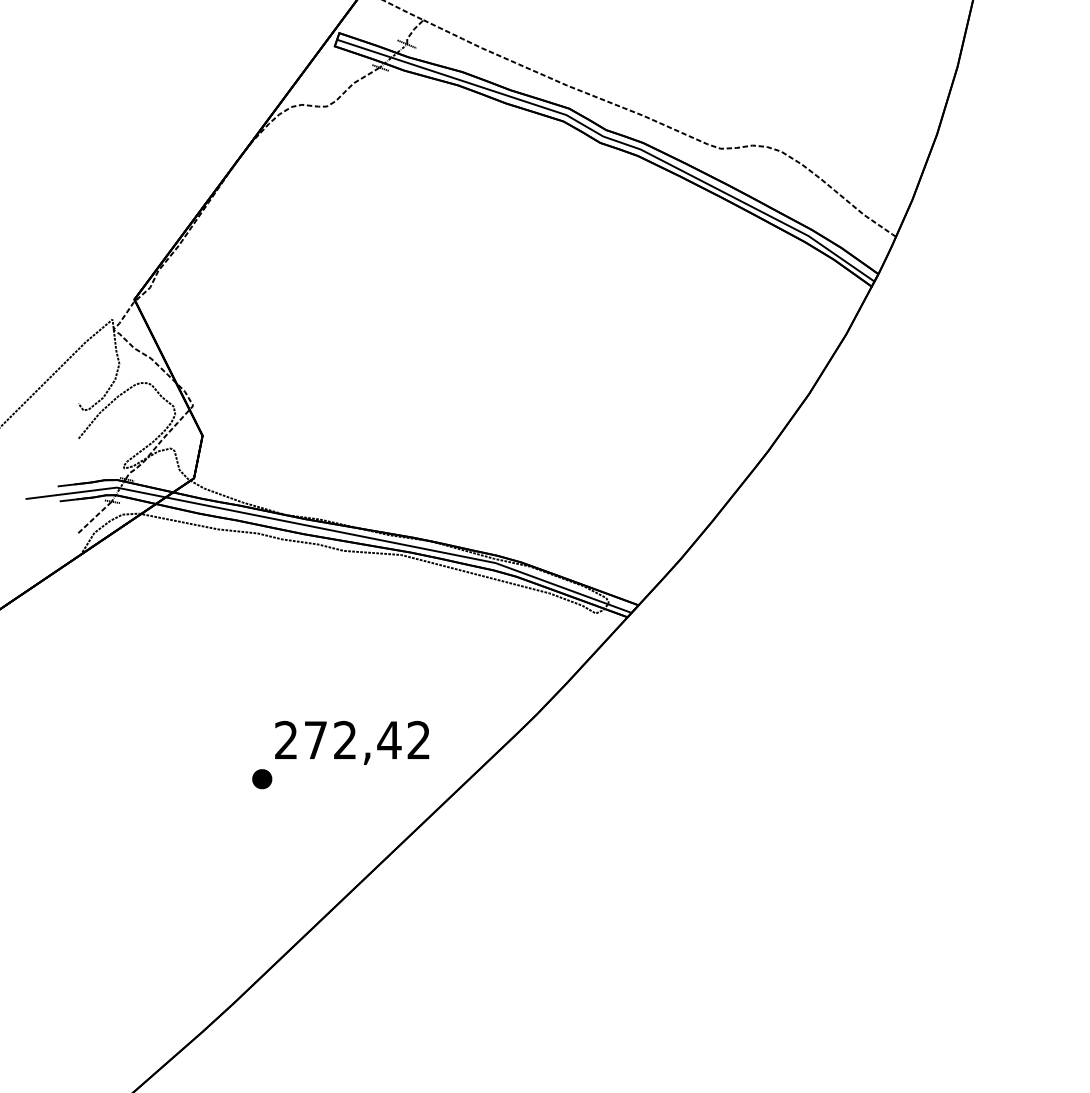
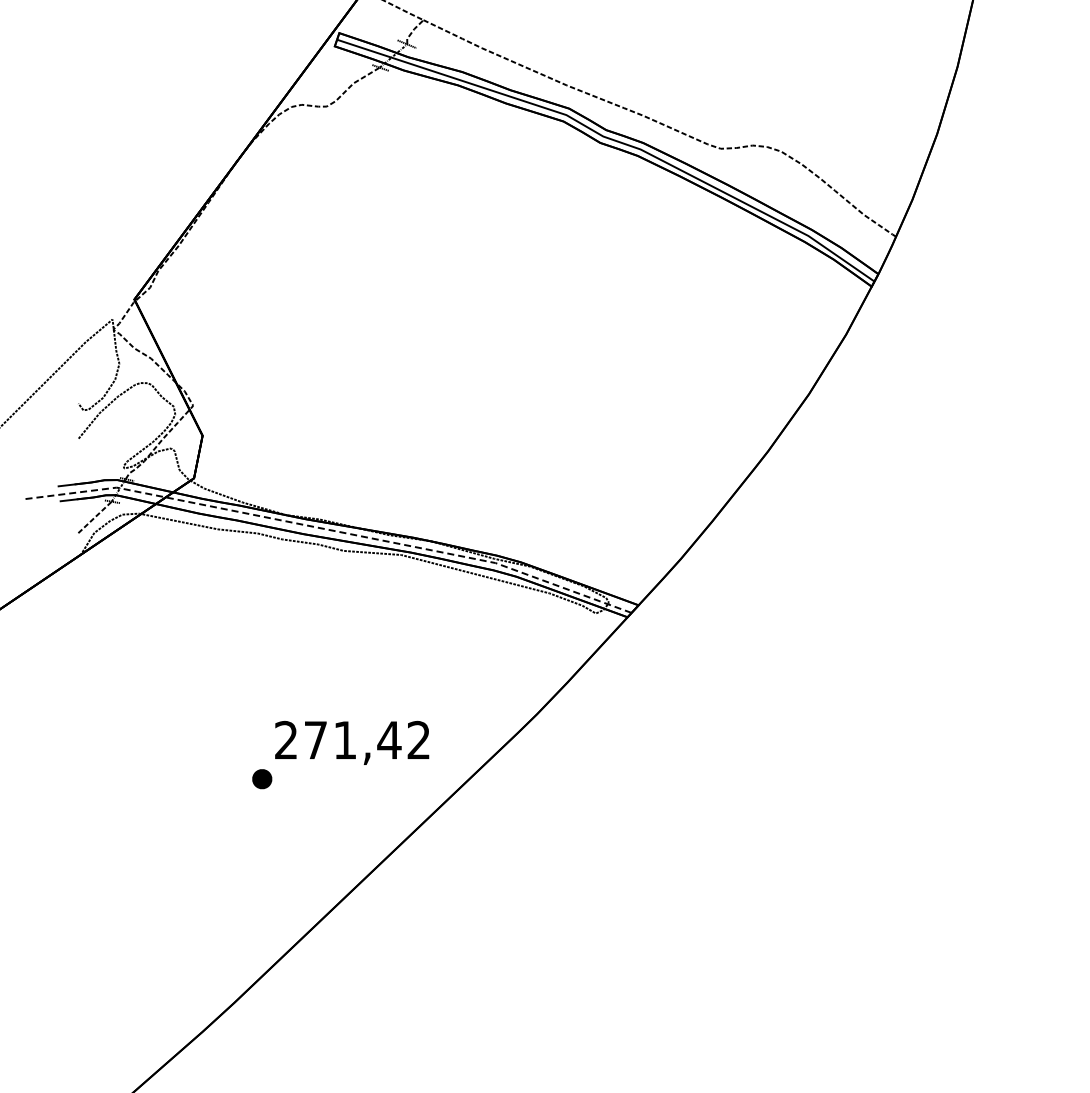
line at (332, 530): solid -> dashed
text at (344, 739): 272,42 -> 271,42
